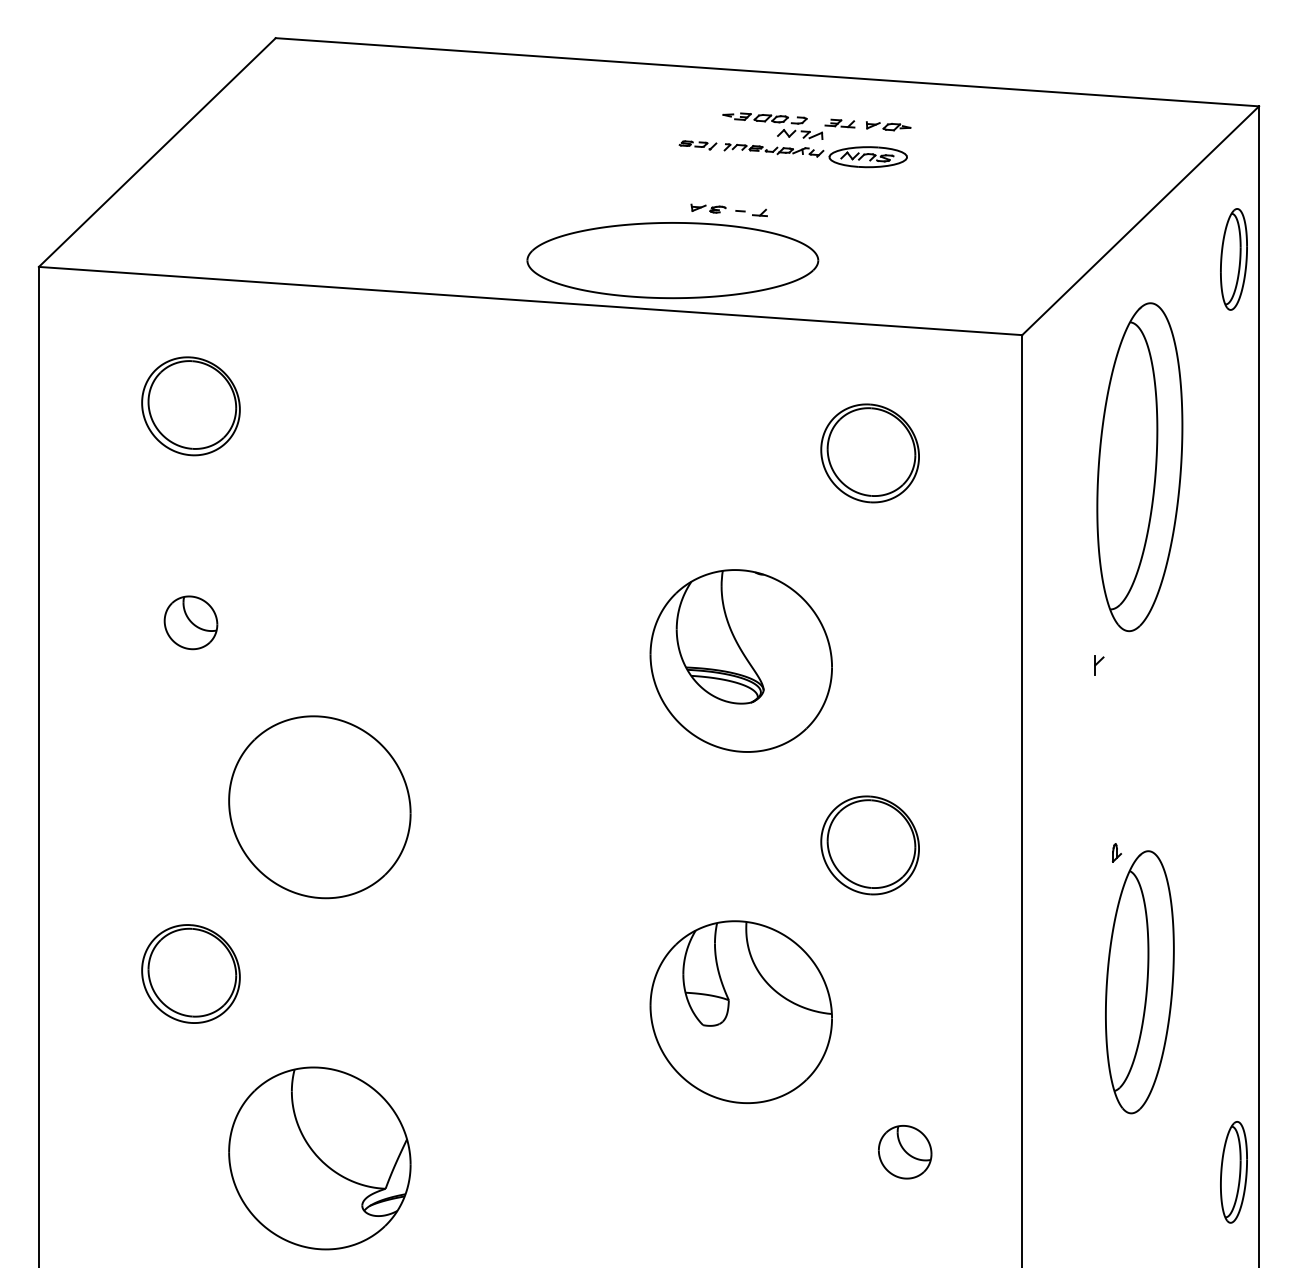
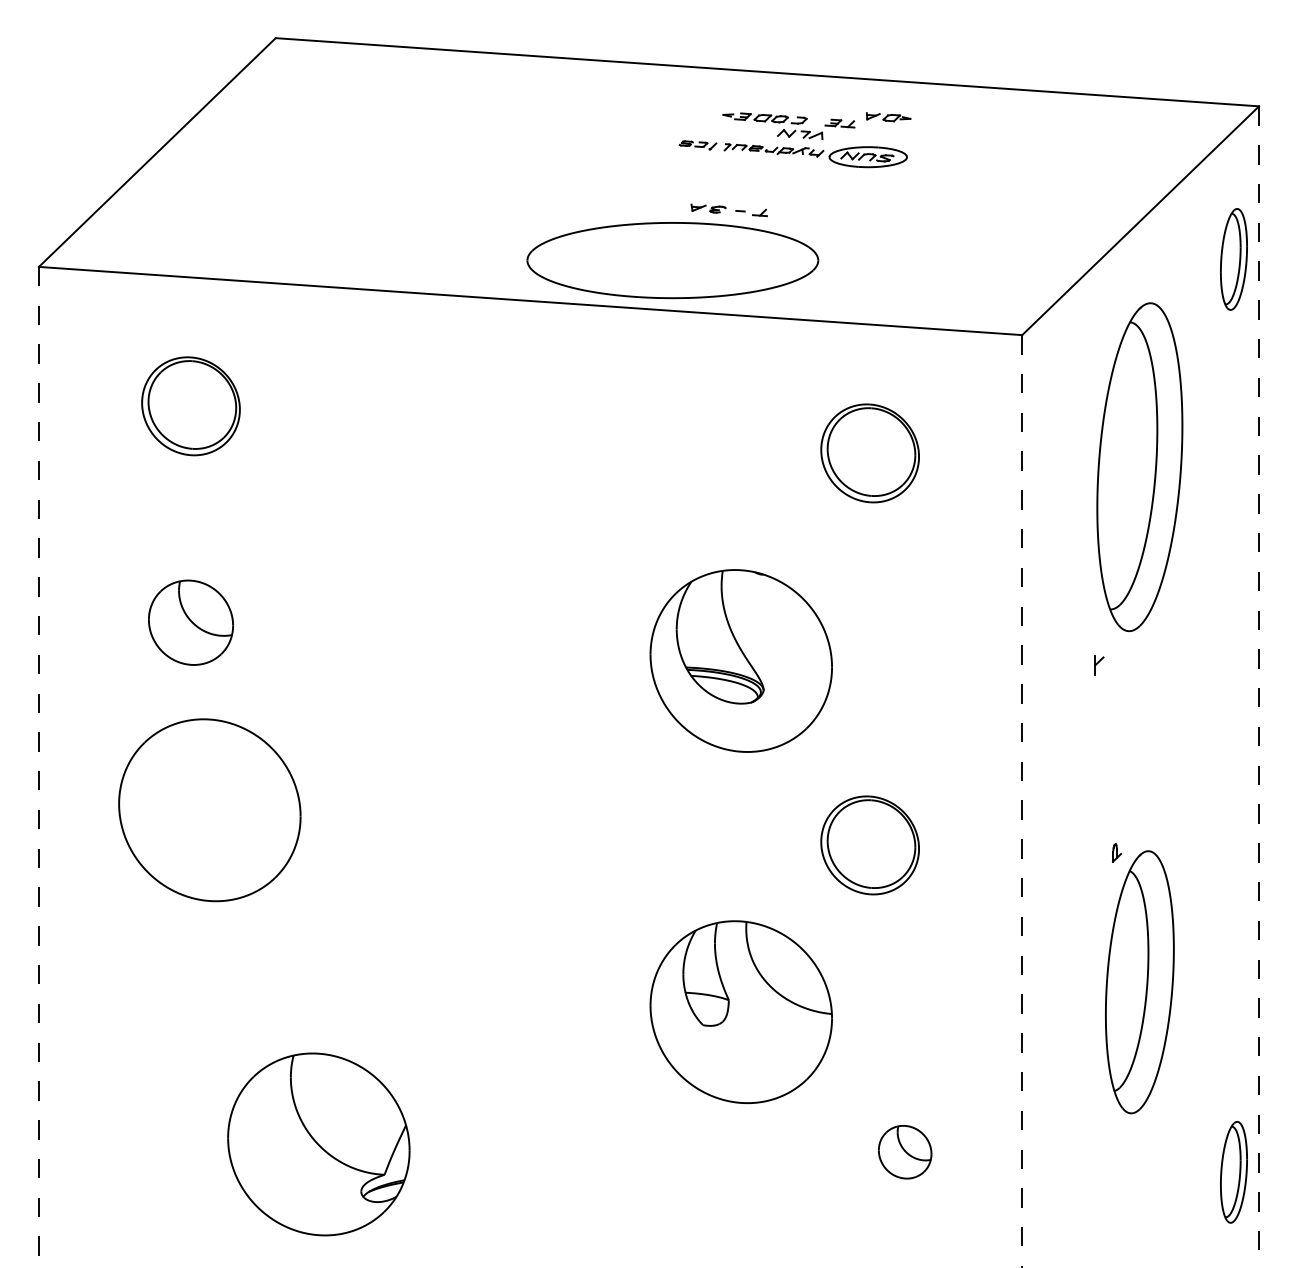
part at (888, 126) position: (888, 126) -> (888, 117)
part at (190, 622) size: 56x56 px -> 86x87 px
line at (1259, 687): solid -> dashed
line at (38, 767): solid -> dashed
line at (1022, 802): solid -> dashed
part at (319, 807) position: (319, 807) -> (209, 810)
part at (190, 973): present -> none
part at (319, 1158) position: (319, 1158) -> (318, 1144)
